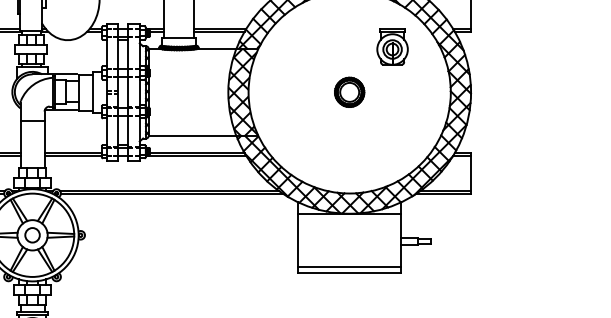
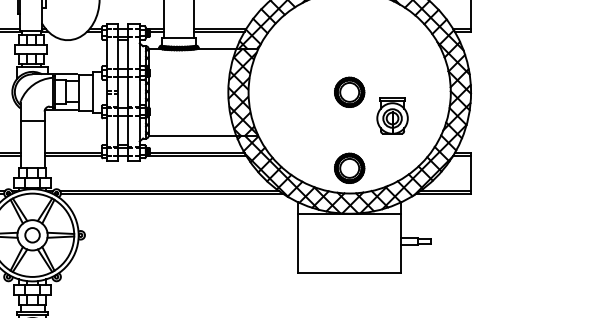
part at (392, 46) position: (392, 46) -> (392, 115)
part at (349, 167): none -> present
line at (349, 266): present -> none
